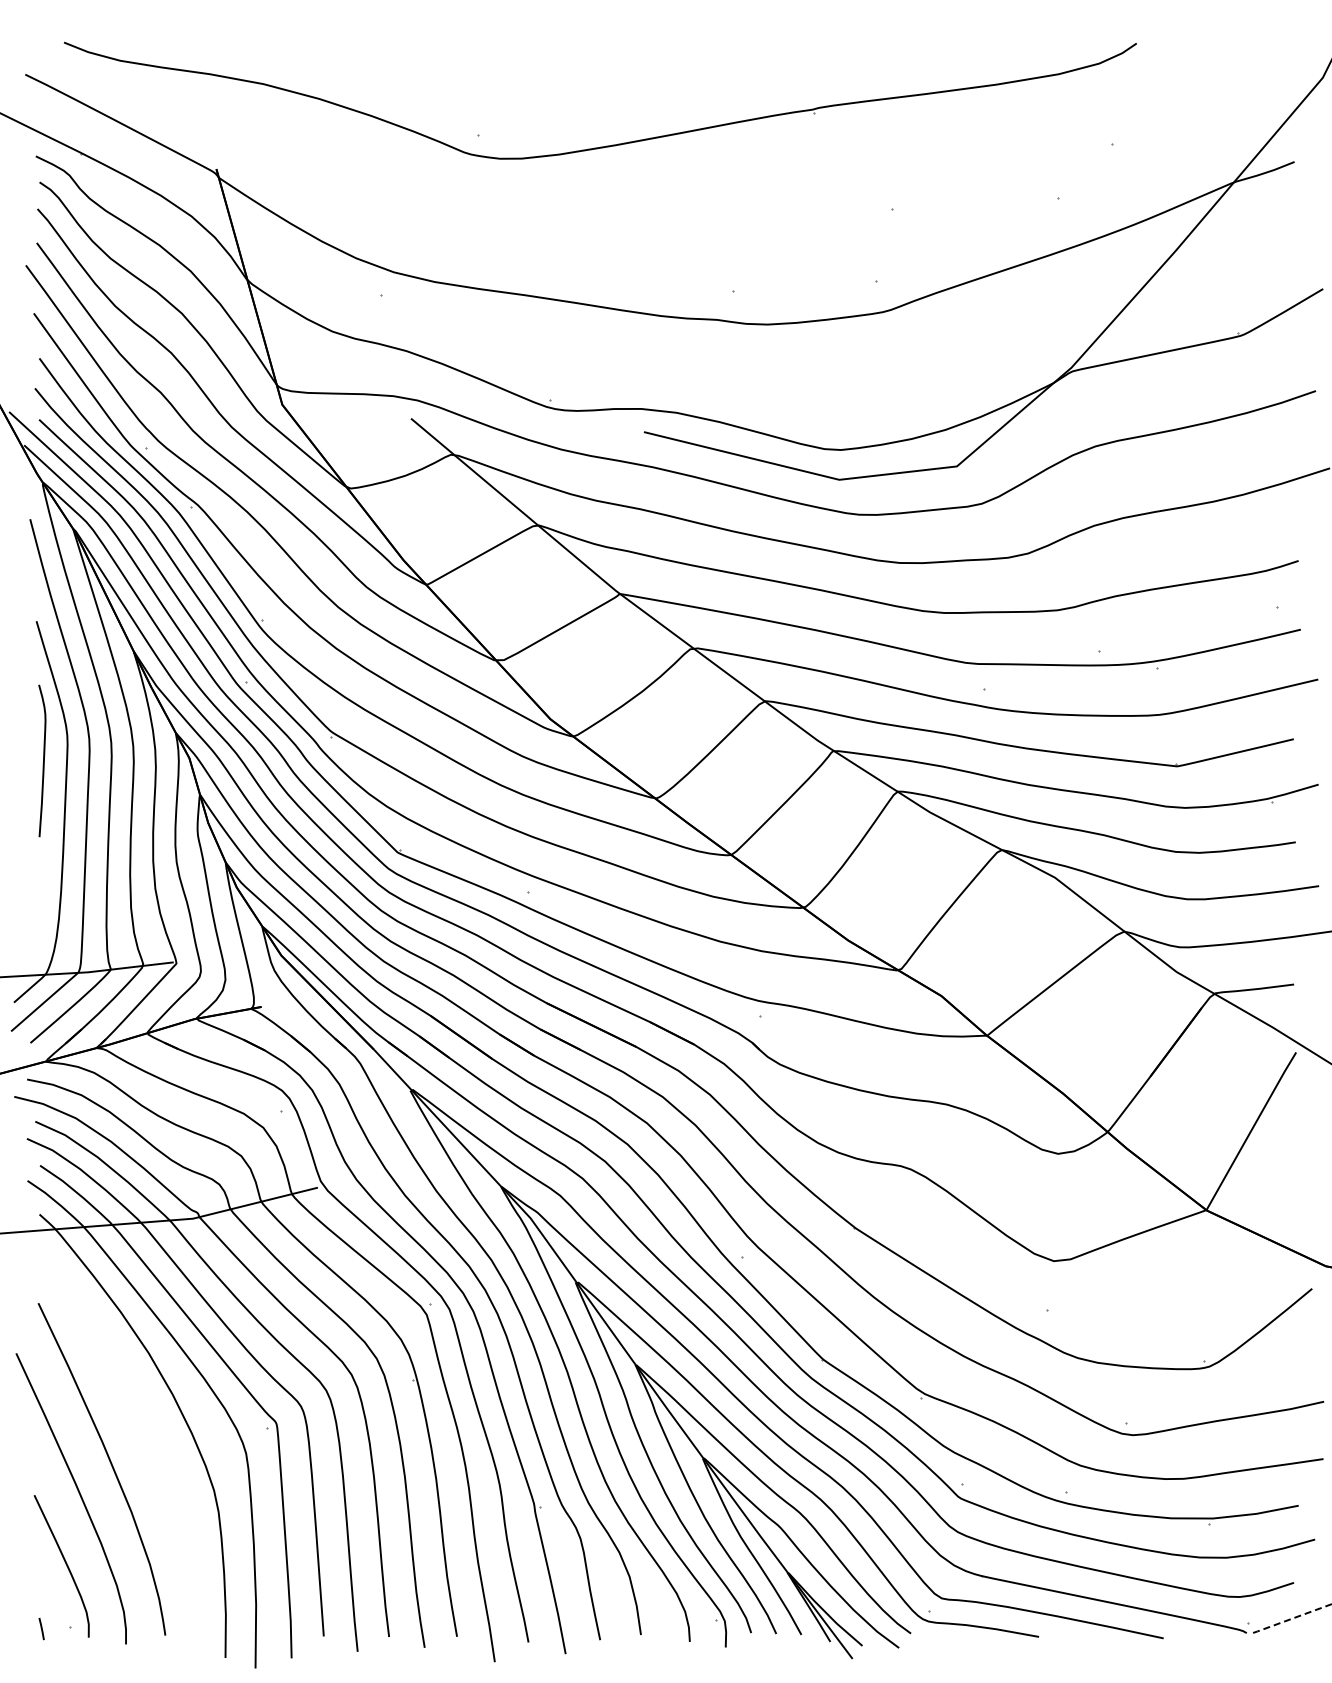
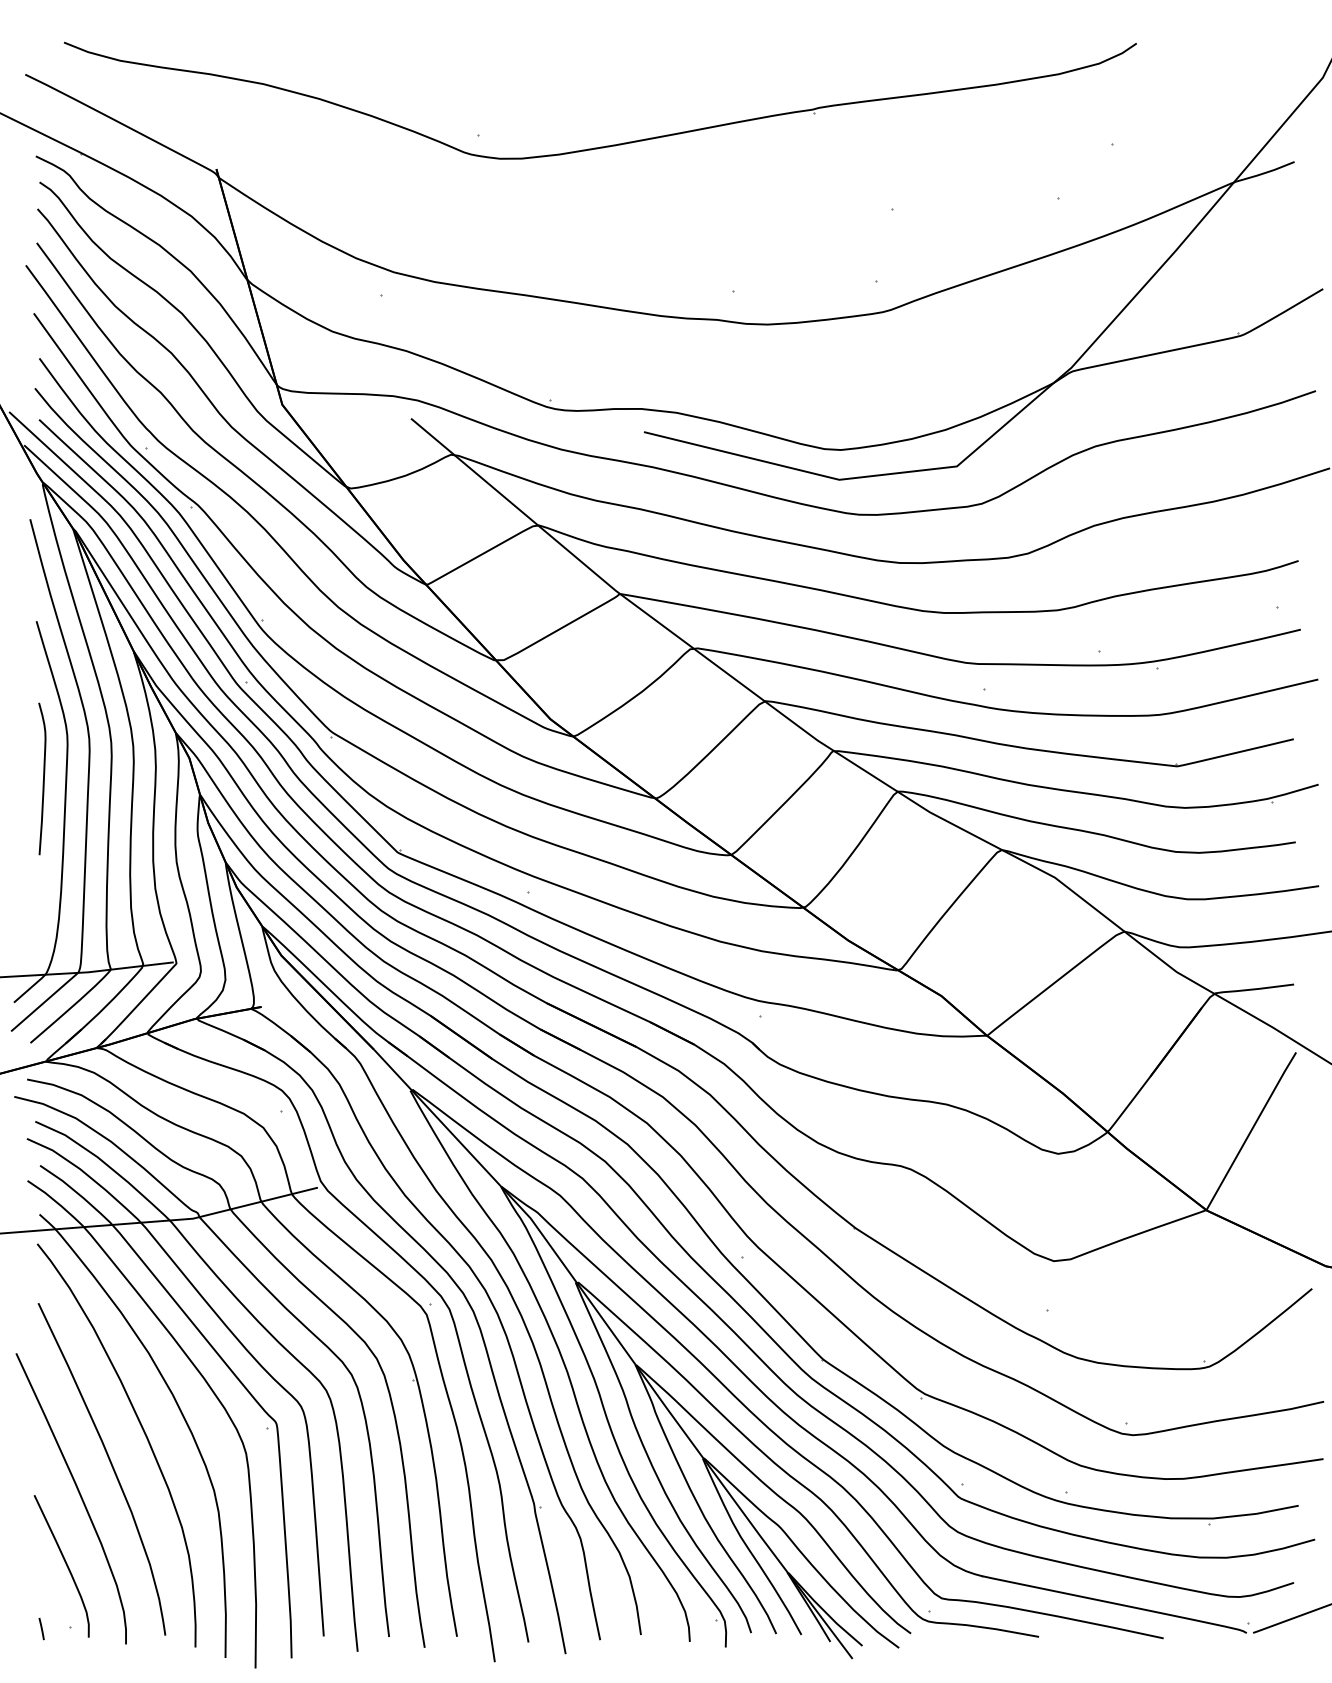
curve at (43, 760) position: (43, 760) -> (43, 778)
curve at (143, 1432): none -> present
line at (1291, 1618): dashed -> solid
